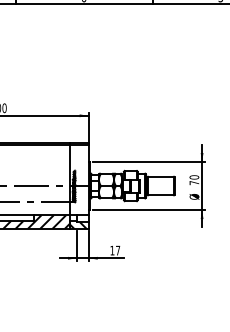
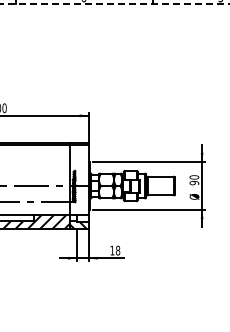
line at (115, 3): solid -> dashed
text at (194, 182): 70 -> 90
text at (118, 250): 17 -> 18
